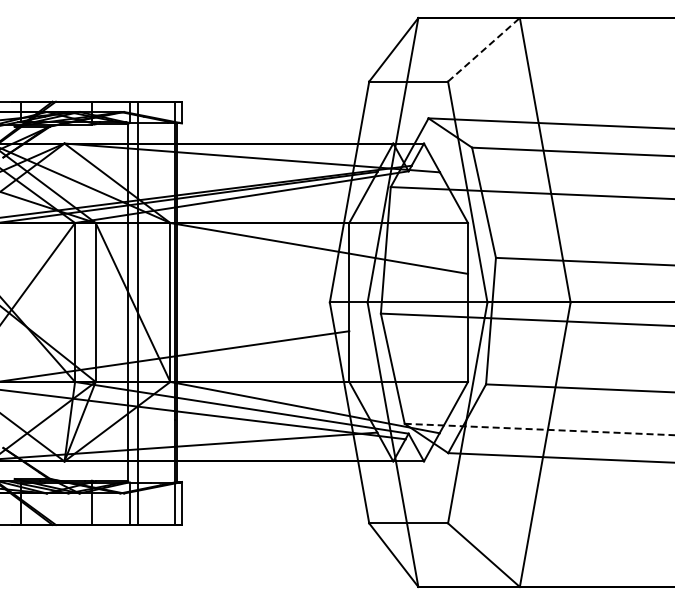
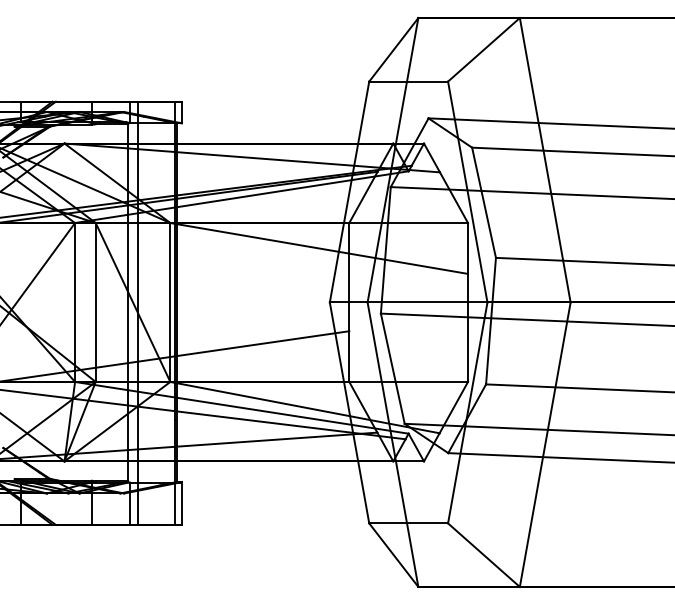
line at (483, 49): dashed -> solid
line at (539, 429): dashed -> solid
